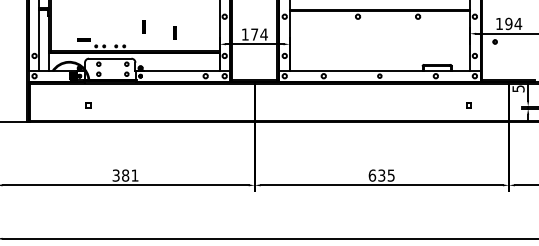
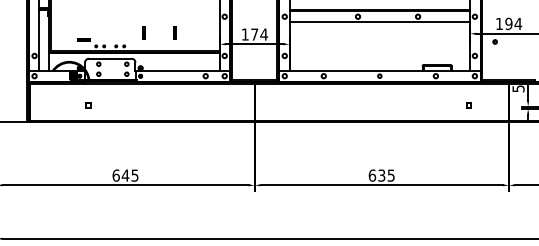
line at (379, 22): none -> present
part at (143, 26) position: (143, 26) -> (143, 32)
text at (125, 175): 381 -> 645
